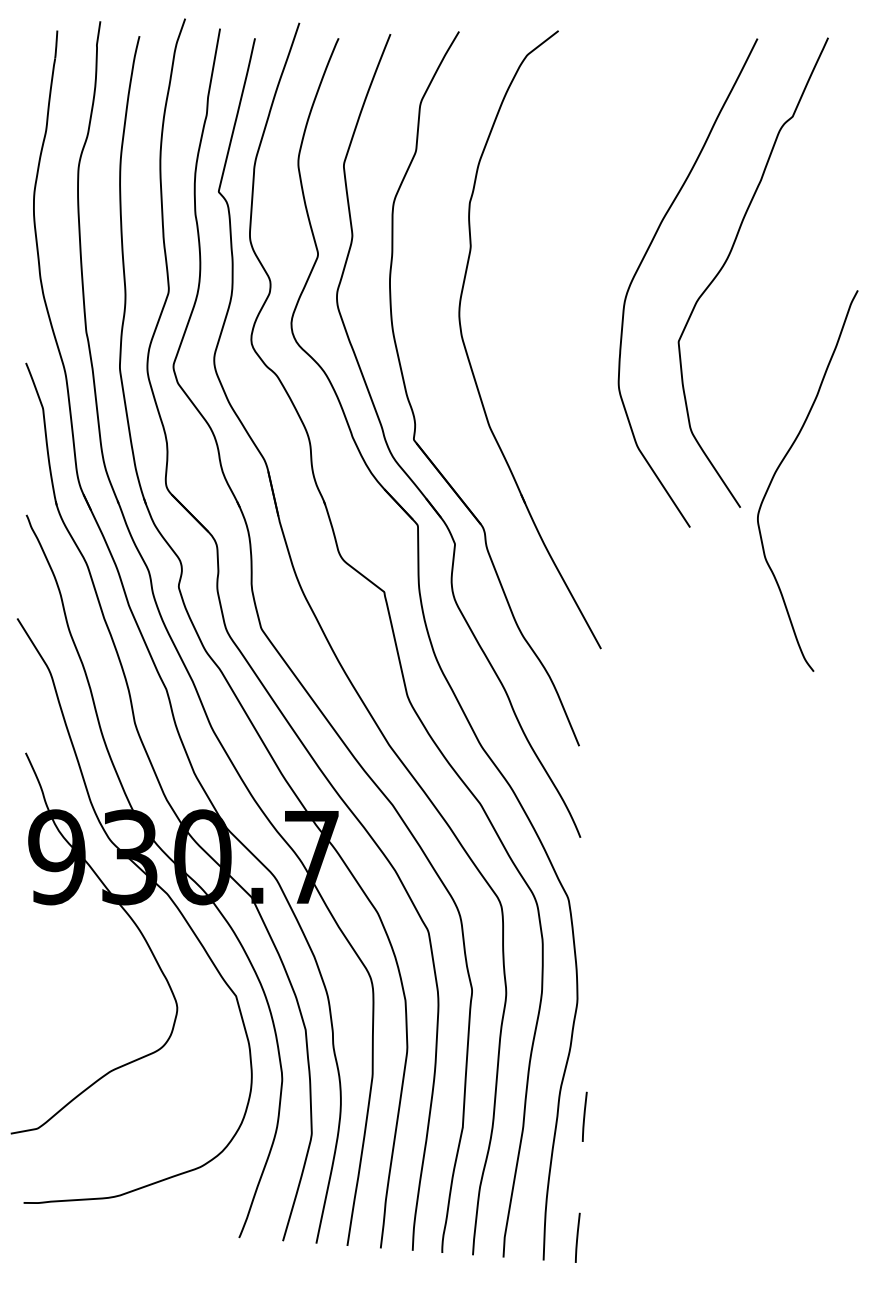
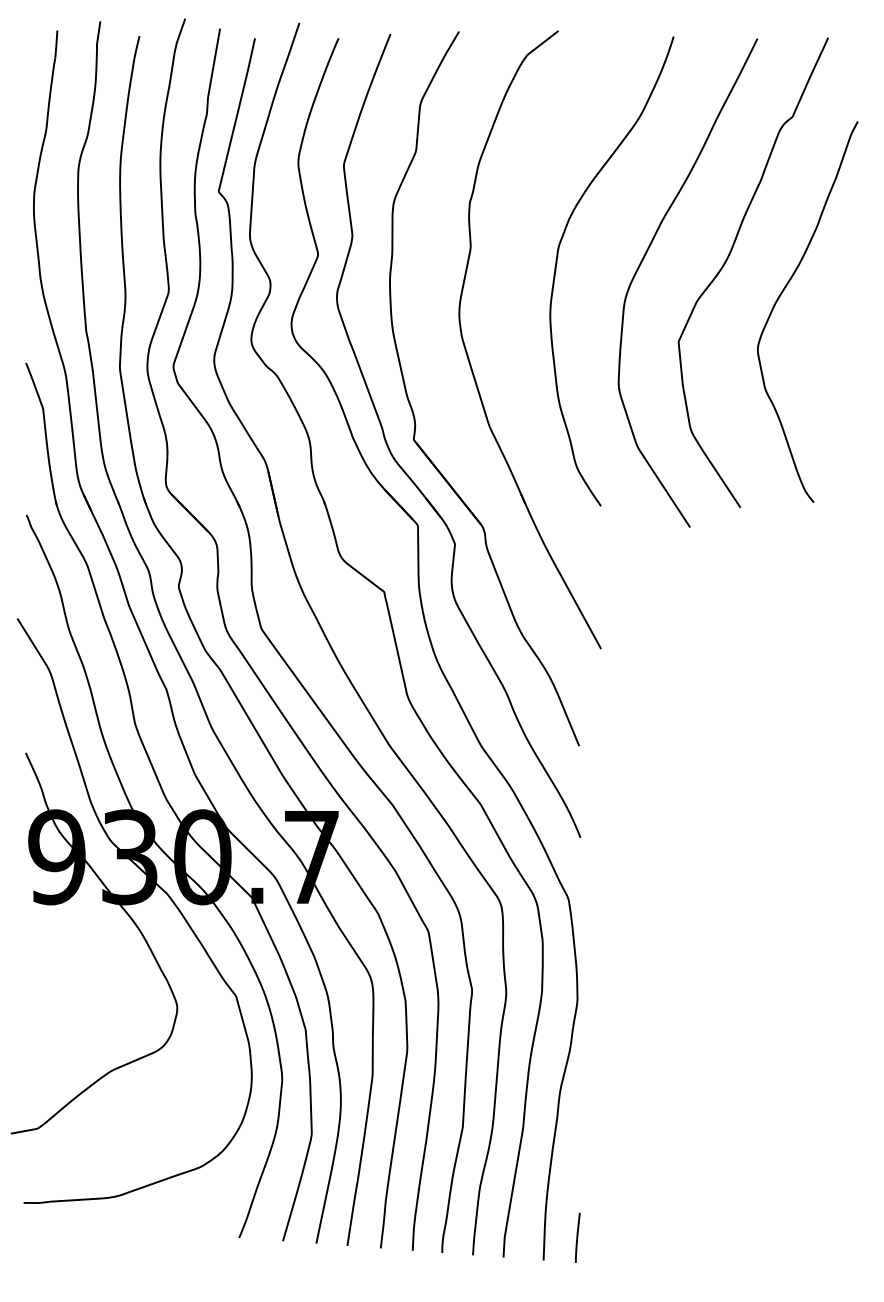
curve at (557, 263): none -> present
curve at (781, 464) position: (781, 464) -> (781, 295)
line at (584, 1116): present -> none
